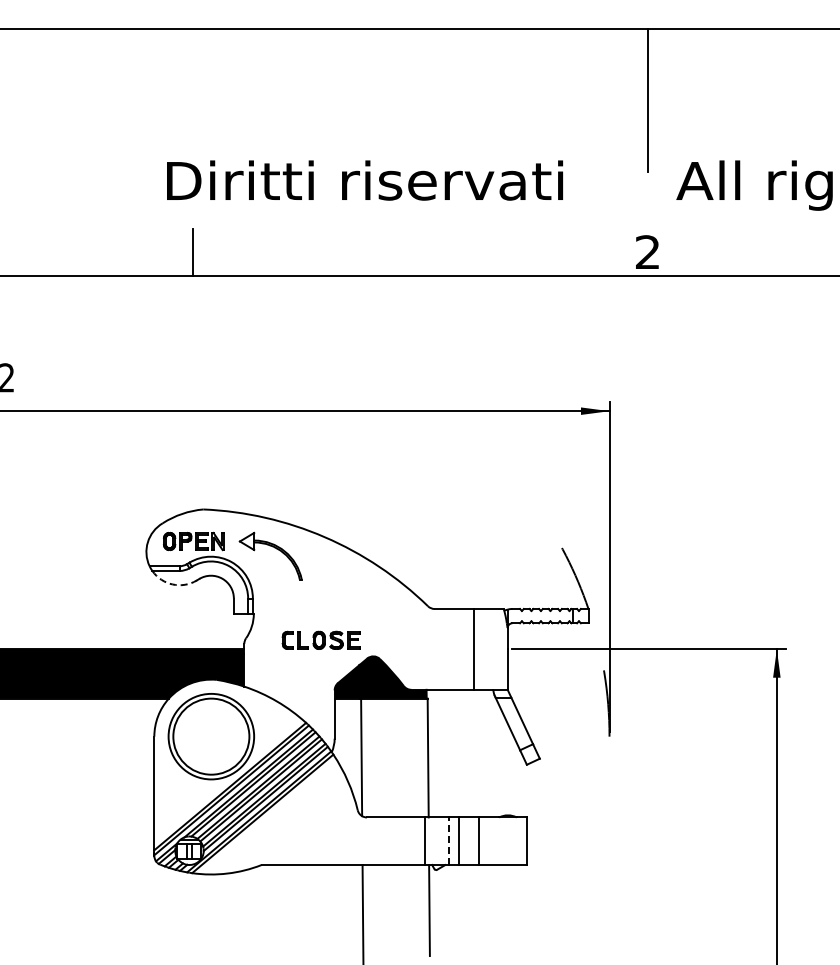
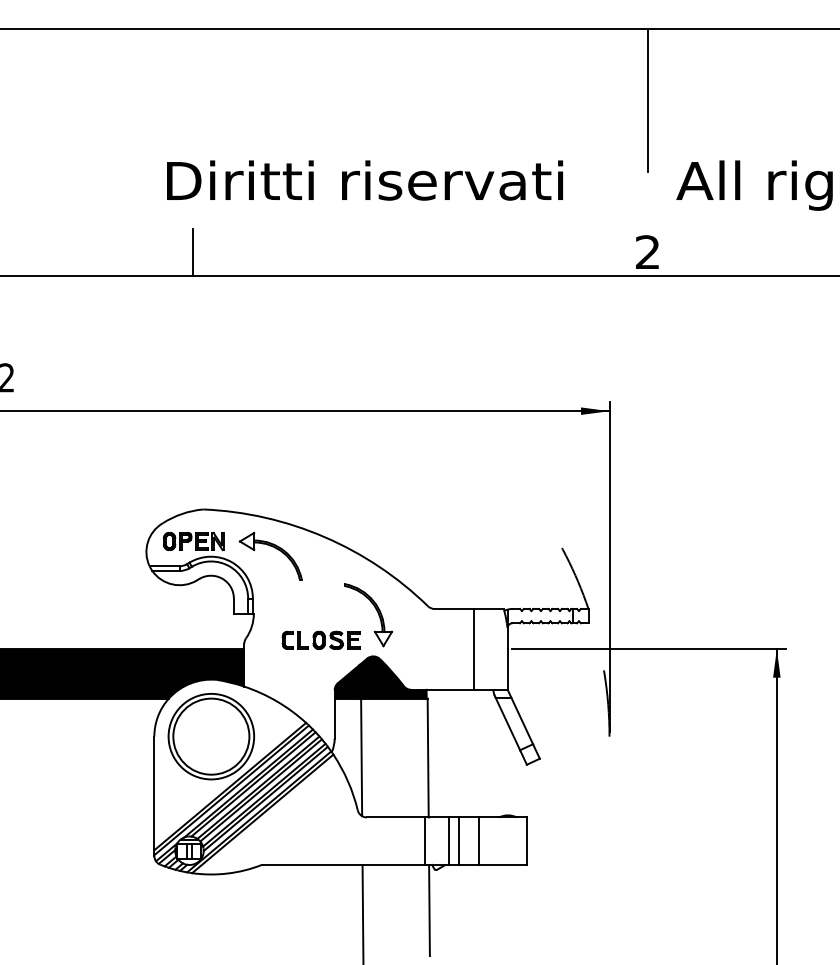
arc at (172, 584): dashed -> solid
part at (376, 611): none -> present
line at (449, 841): dashed -> solid
